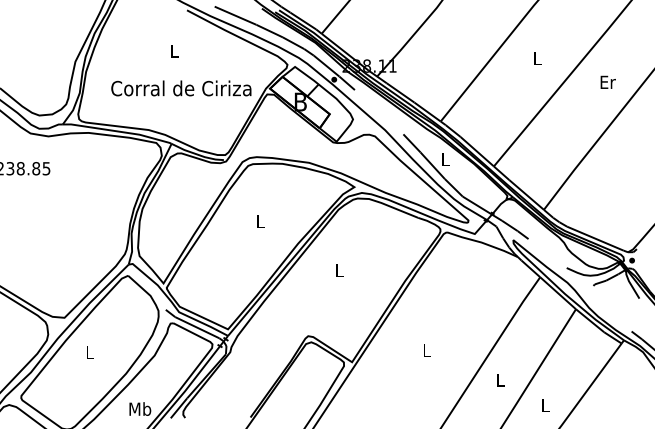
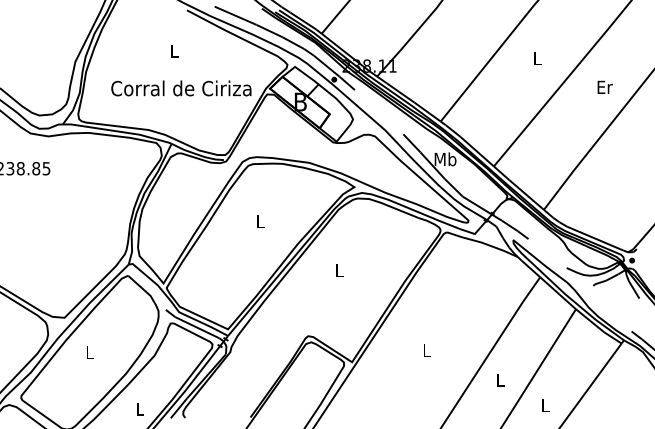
text at (607, 81) position: (607, 81) -> (604, 86)
text at (445, 159): L -> Mb
text at (140, 408): Mb -> L
